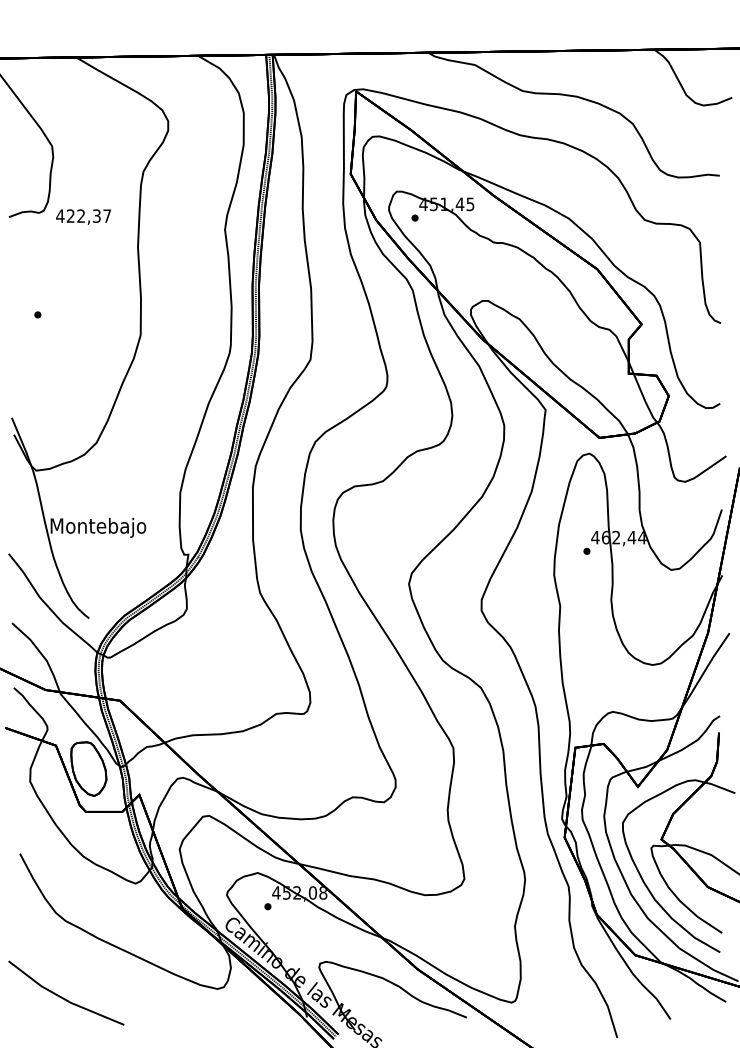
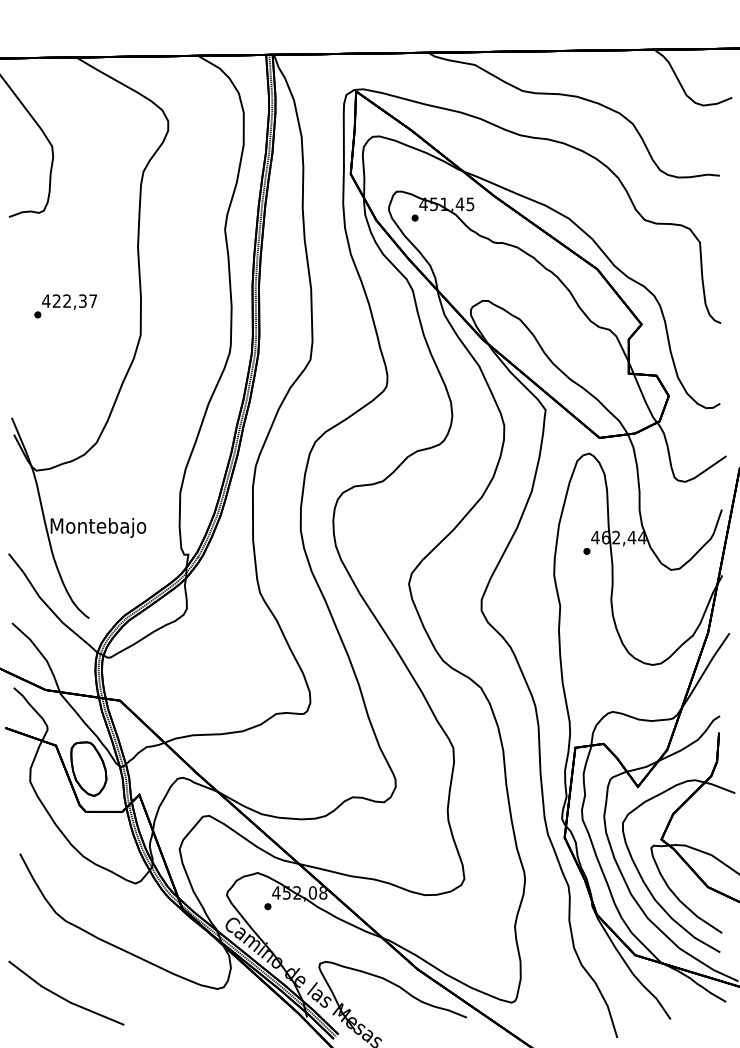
text at (83, 216) position: (83, 216) -> (69, 301)
